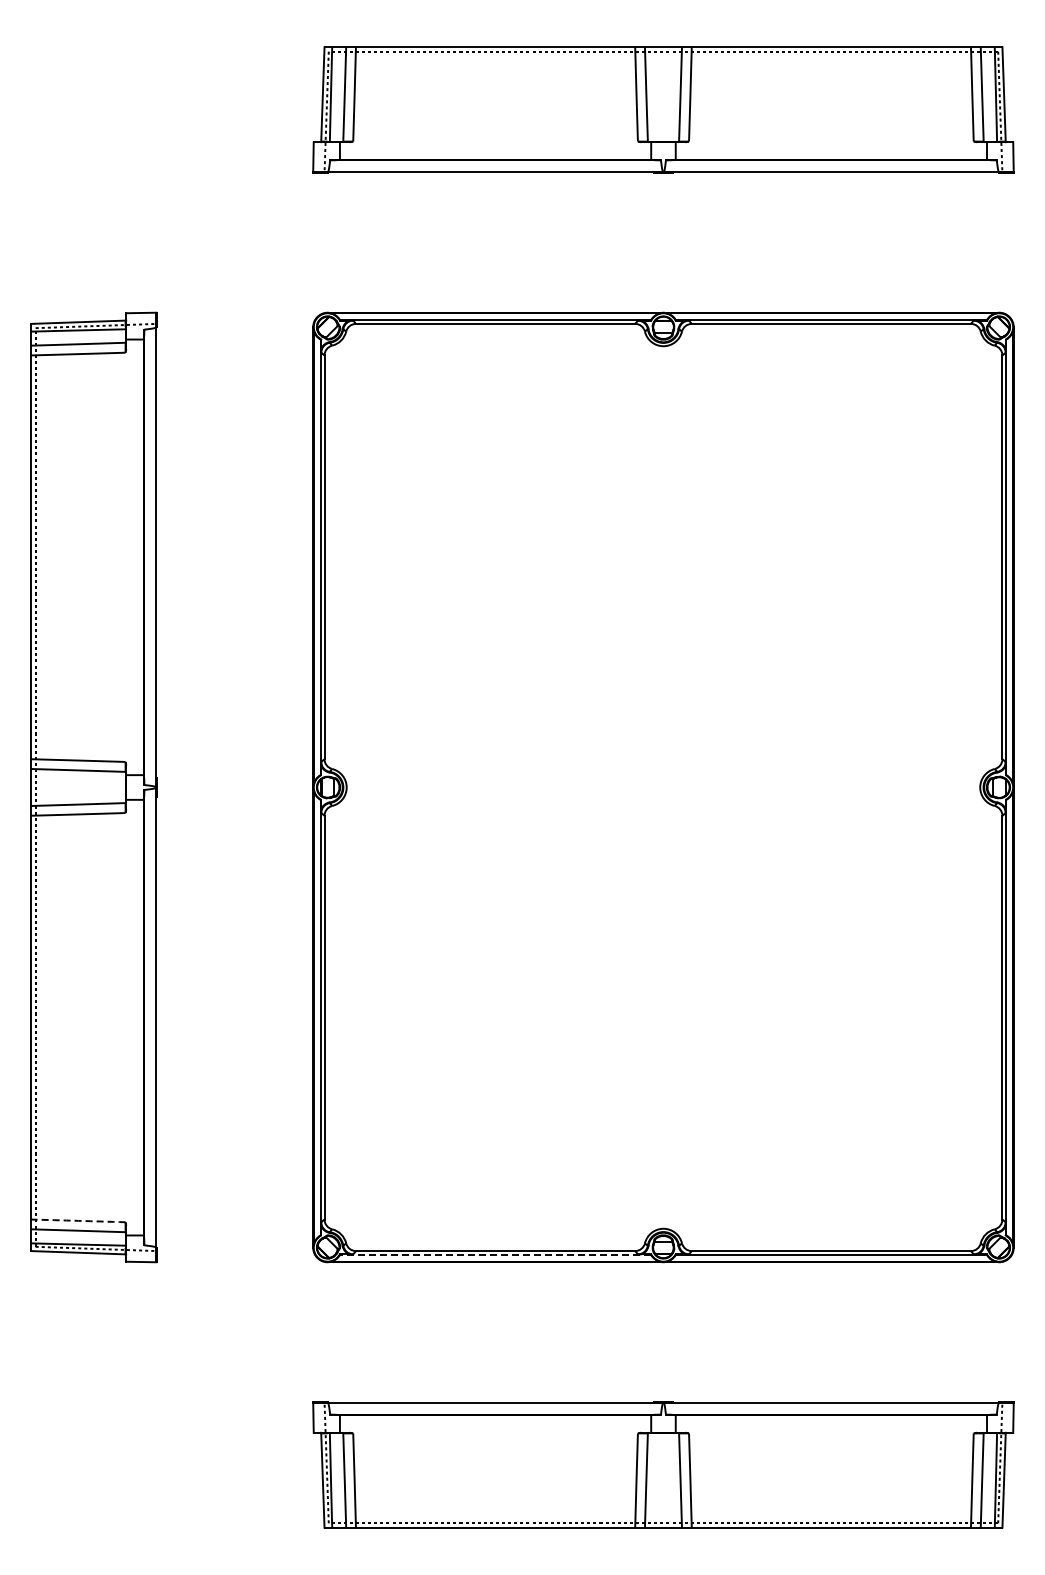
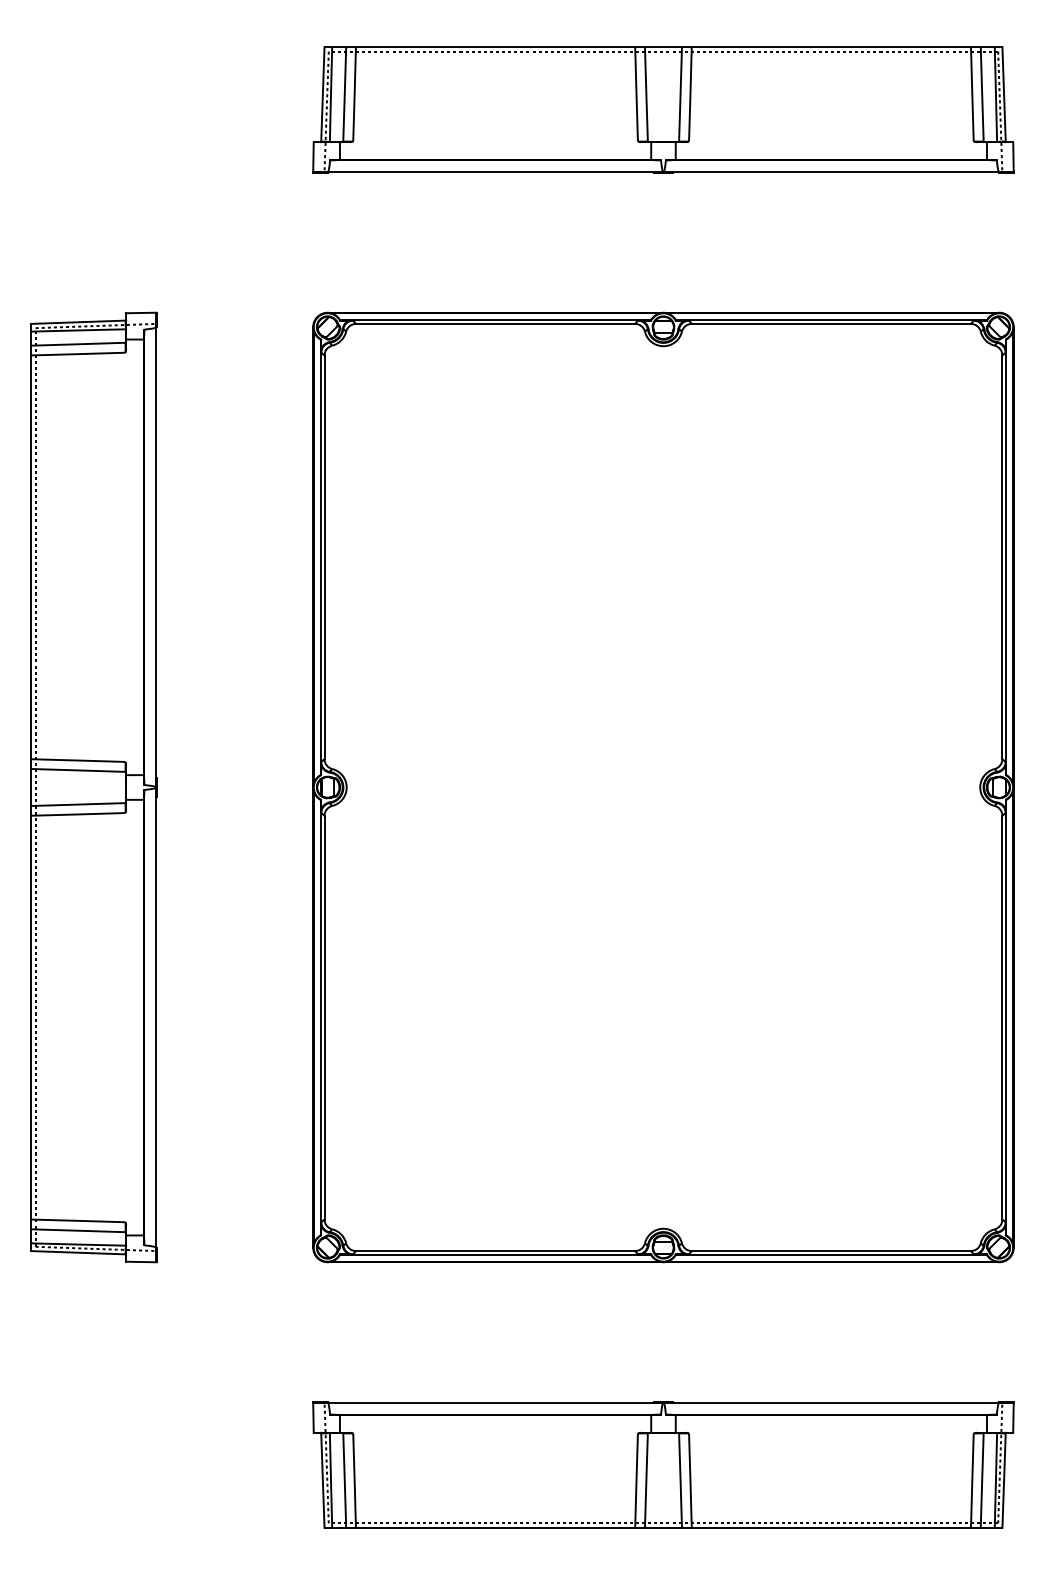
arc at (78, 1220): dashed -> solid
line at (495, 1255): dashed -> solid
